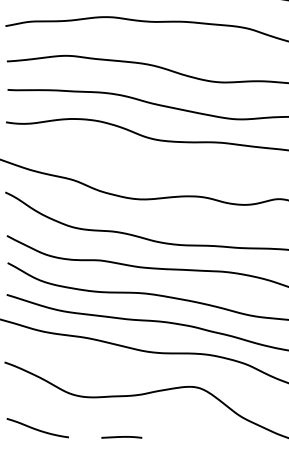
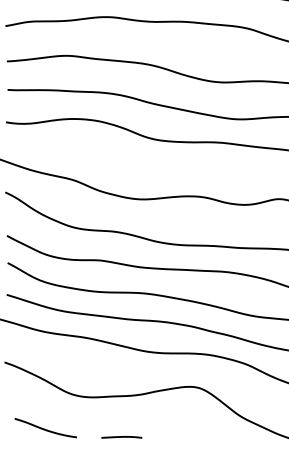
curve at (36, 428) position: (36, 428) -> (44, 428)
